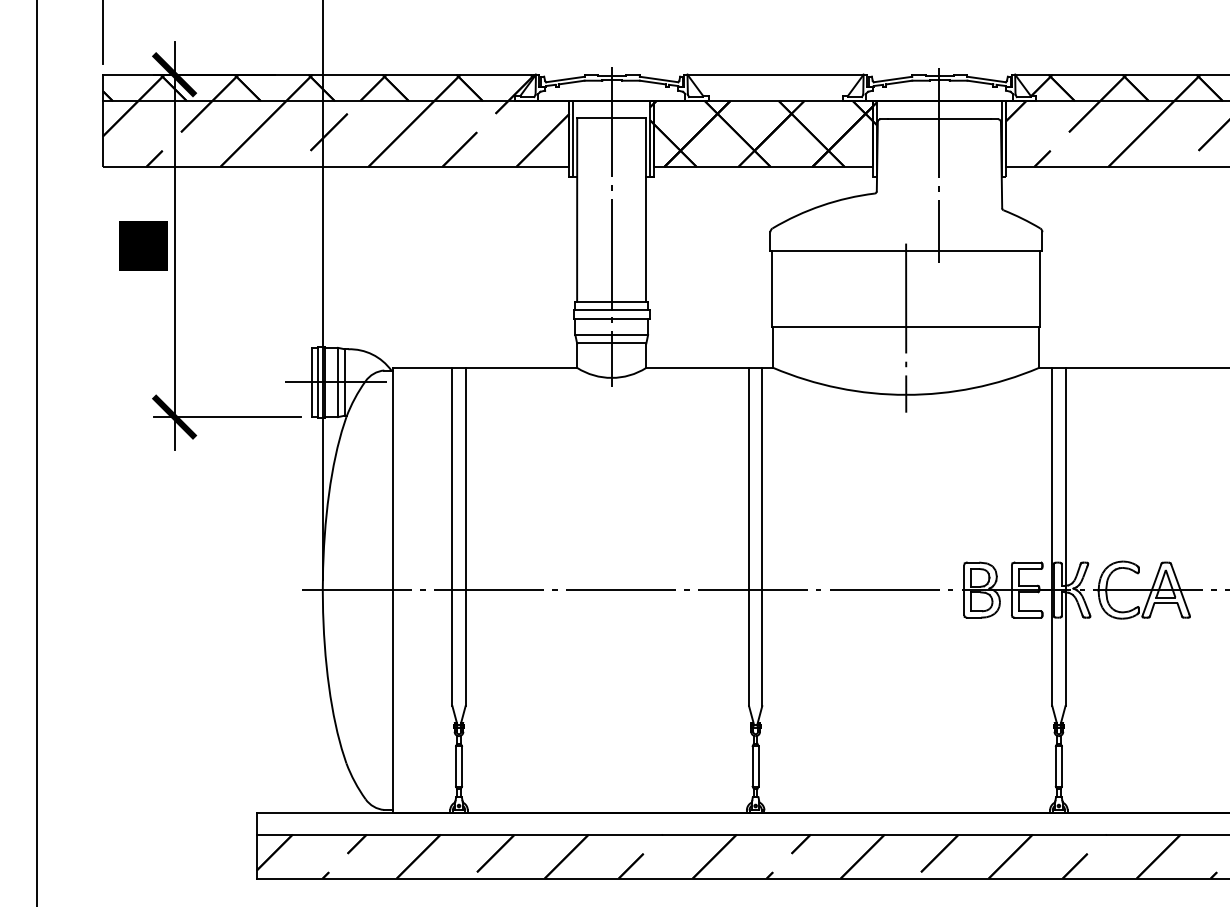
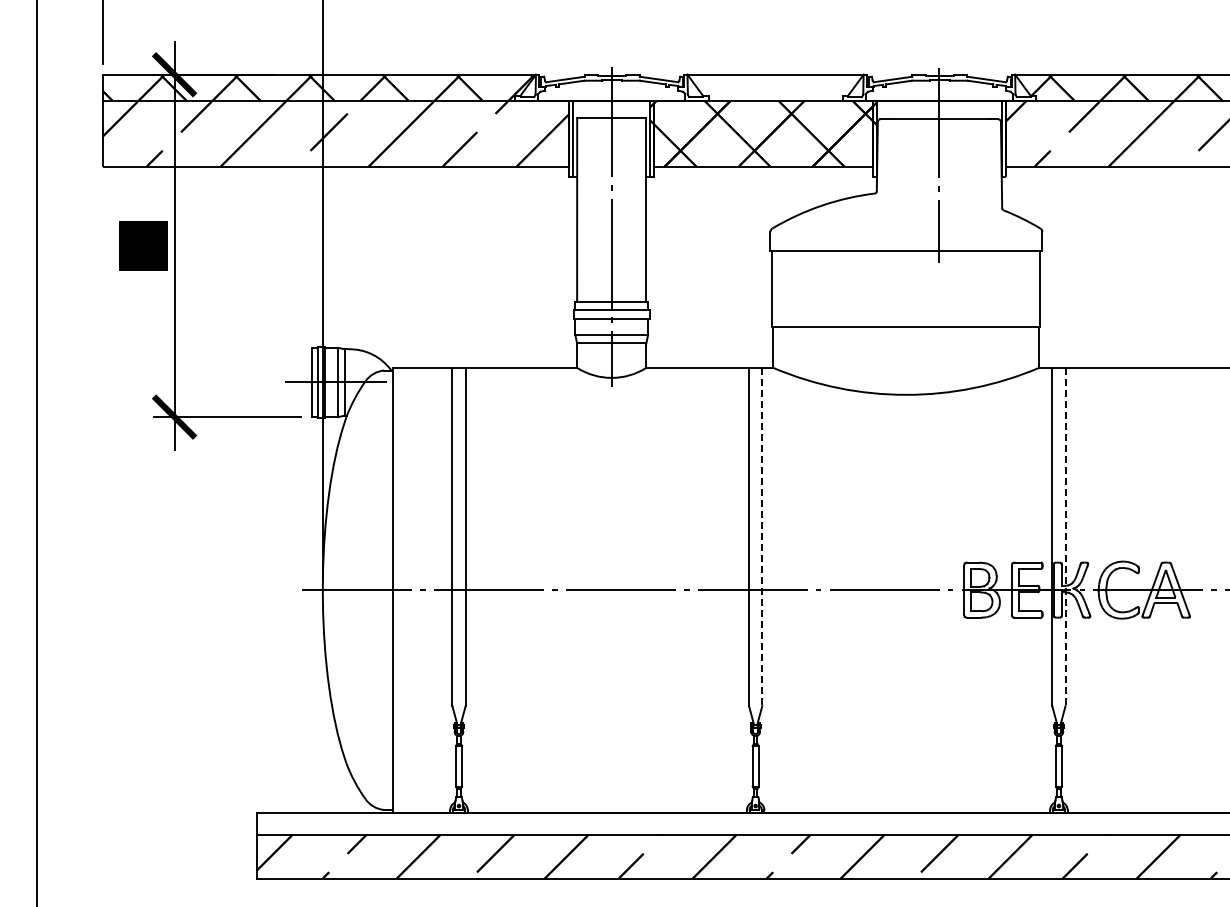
line at (906, 327): present -> none
line at (762, 537): solid -> dashed
line at (1065, 537): solid -> dashed
